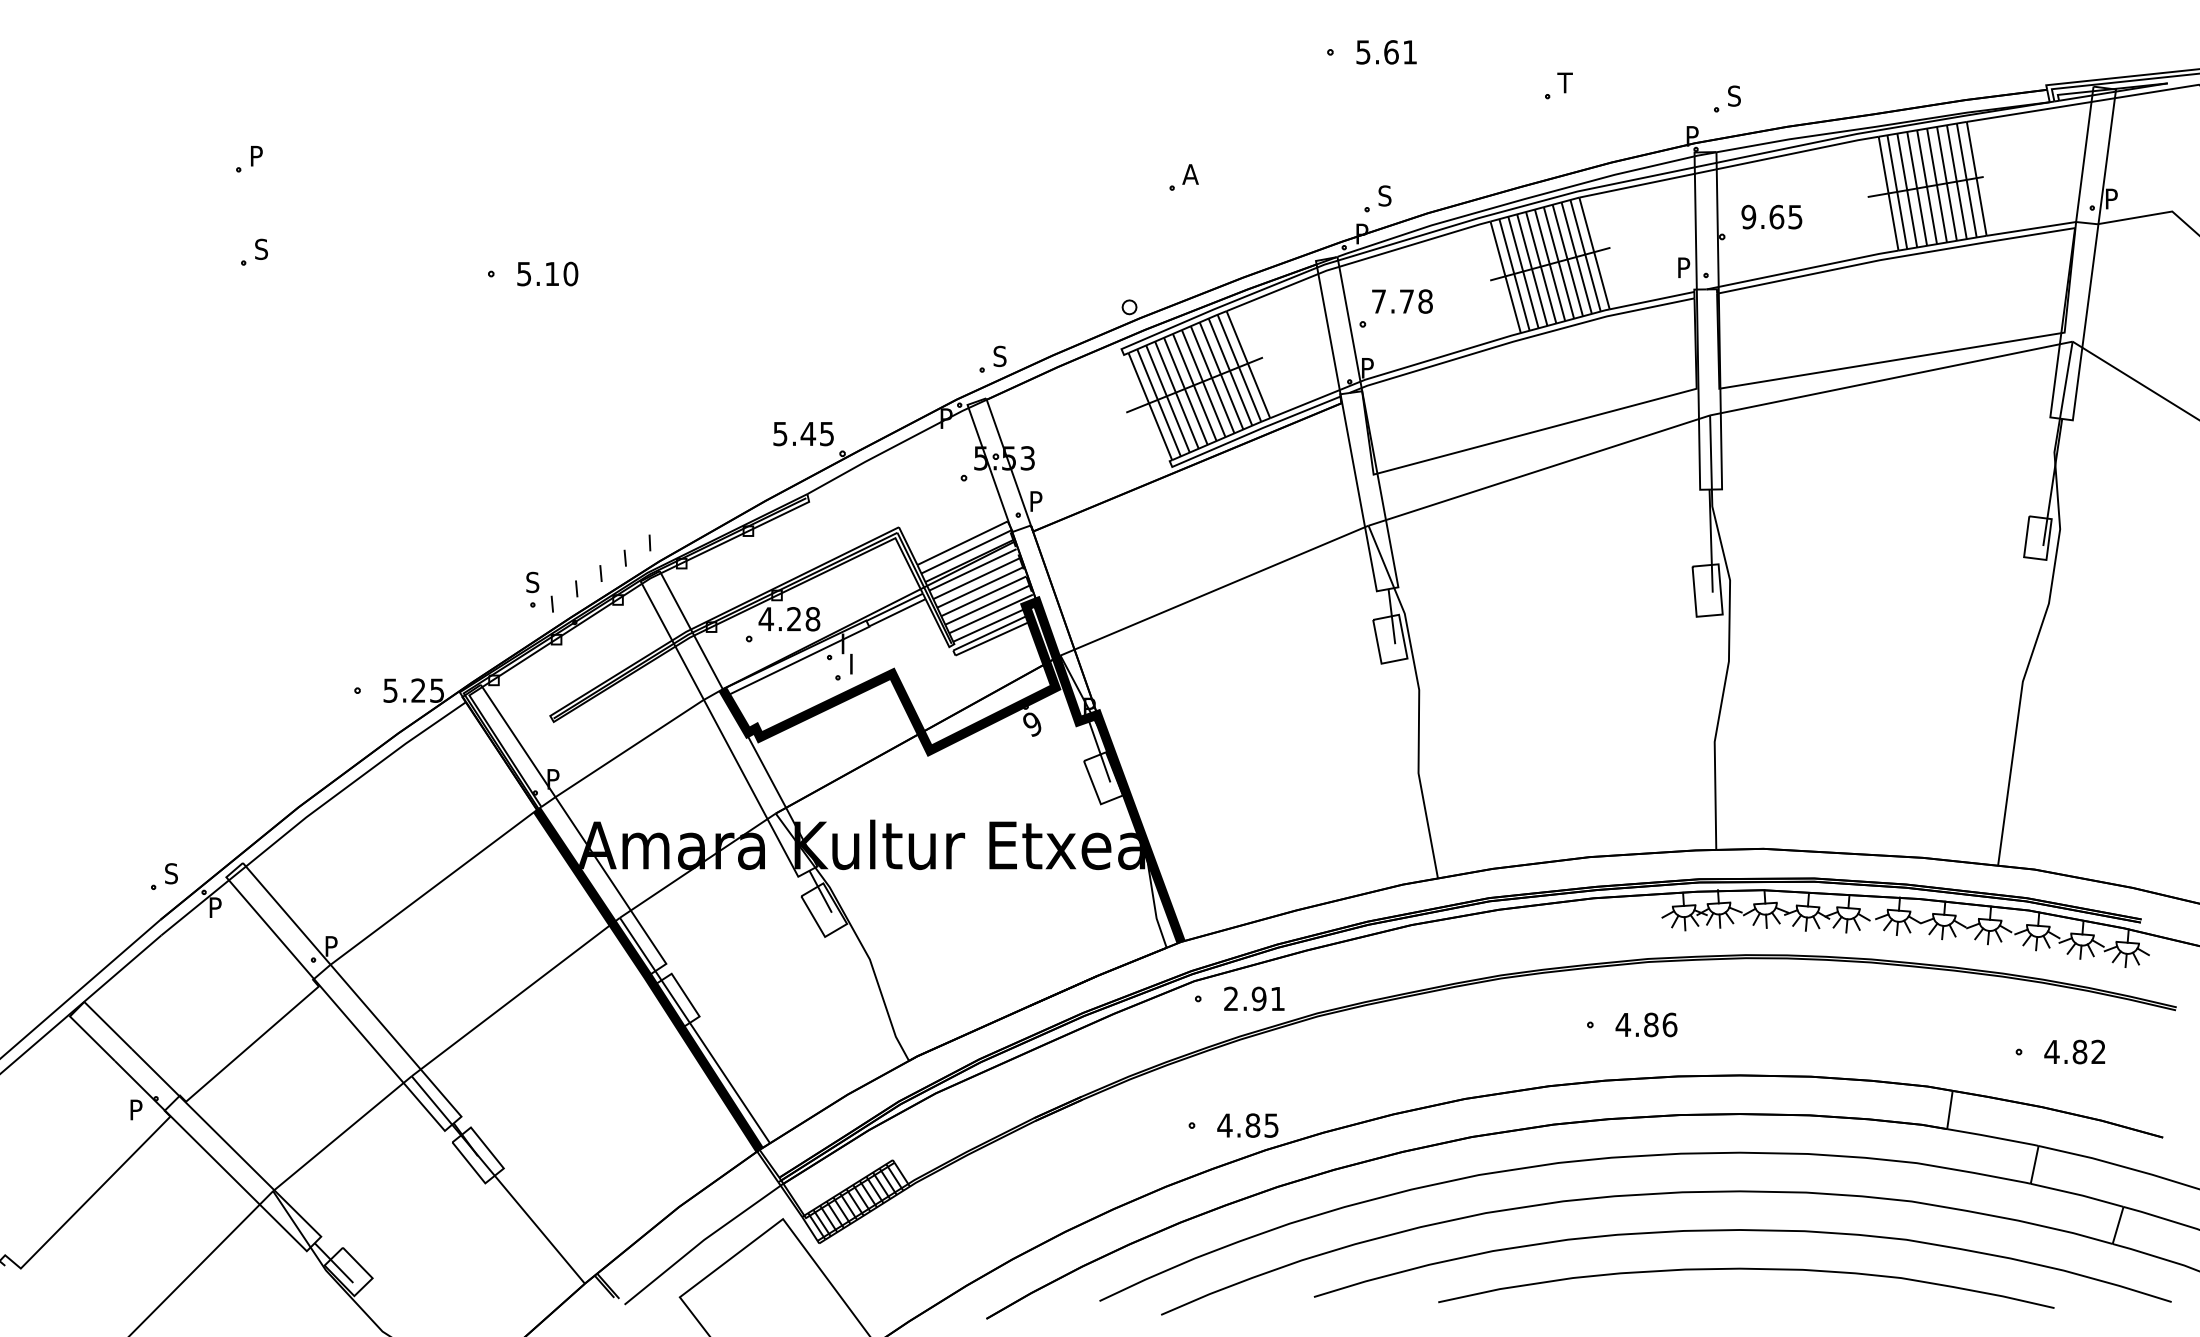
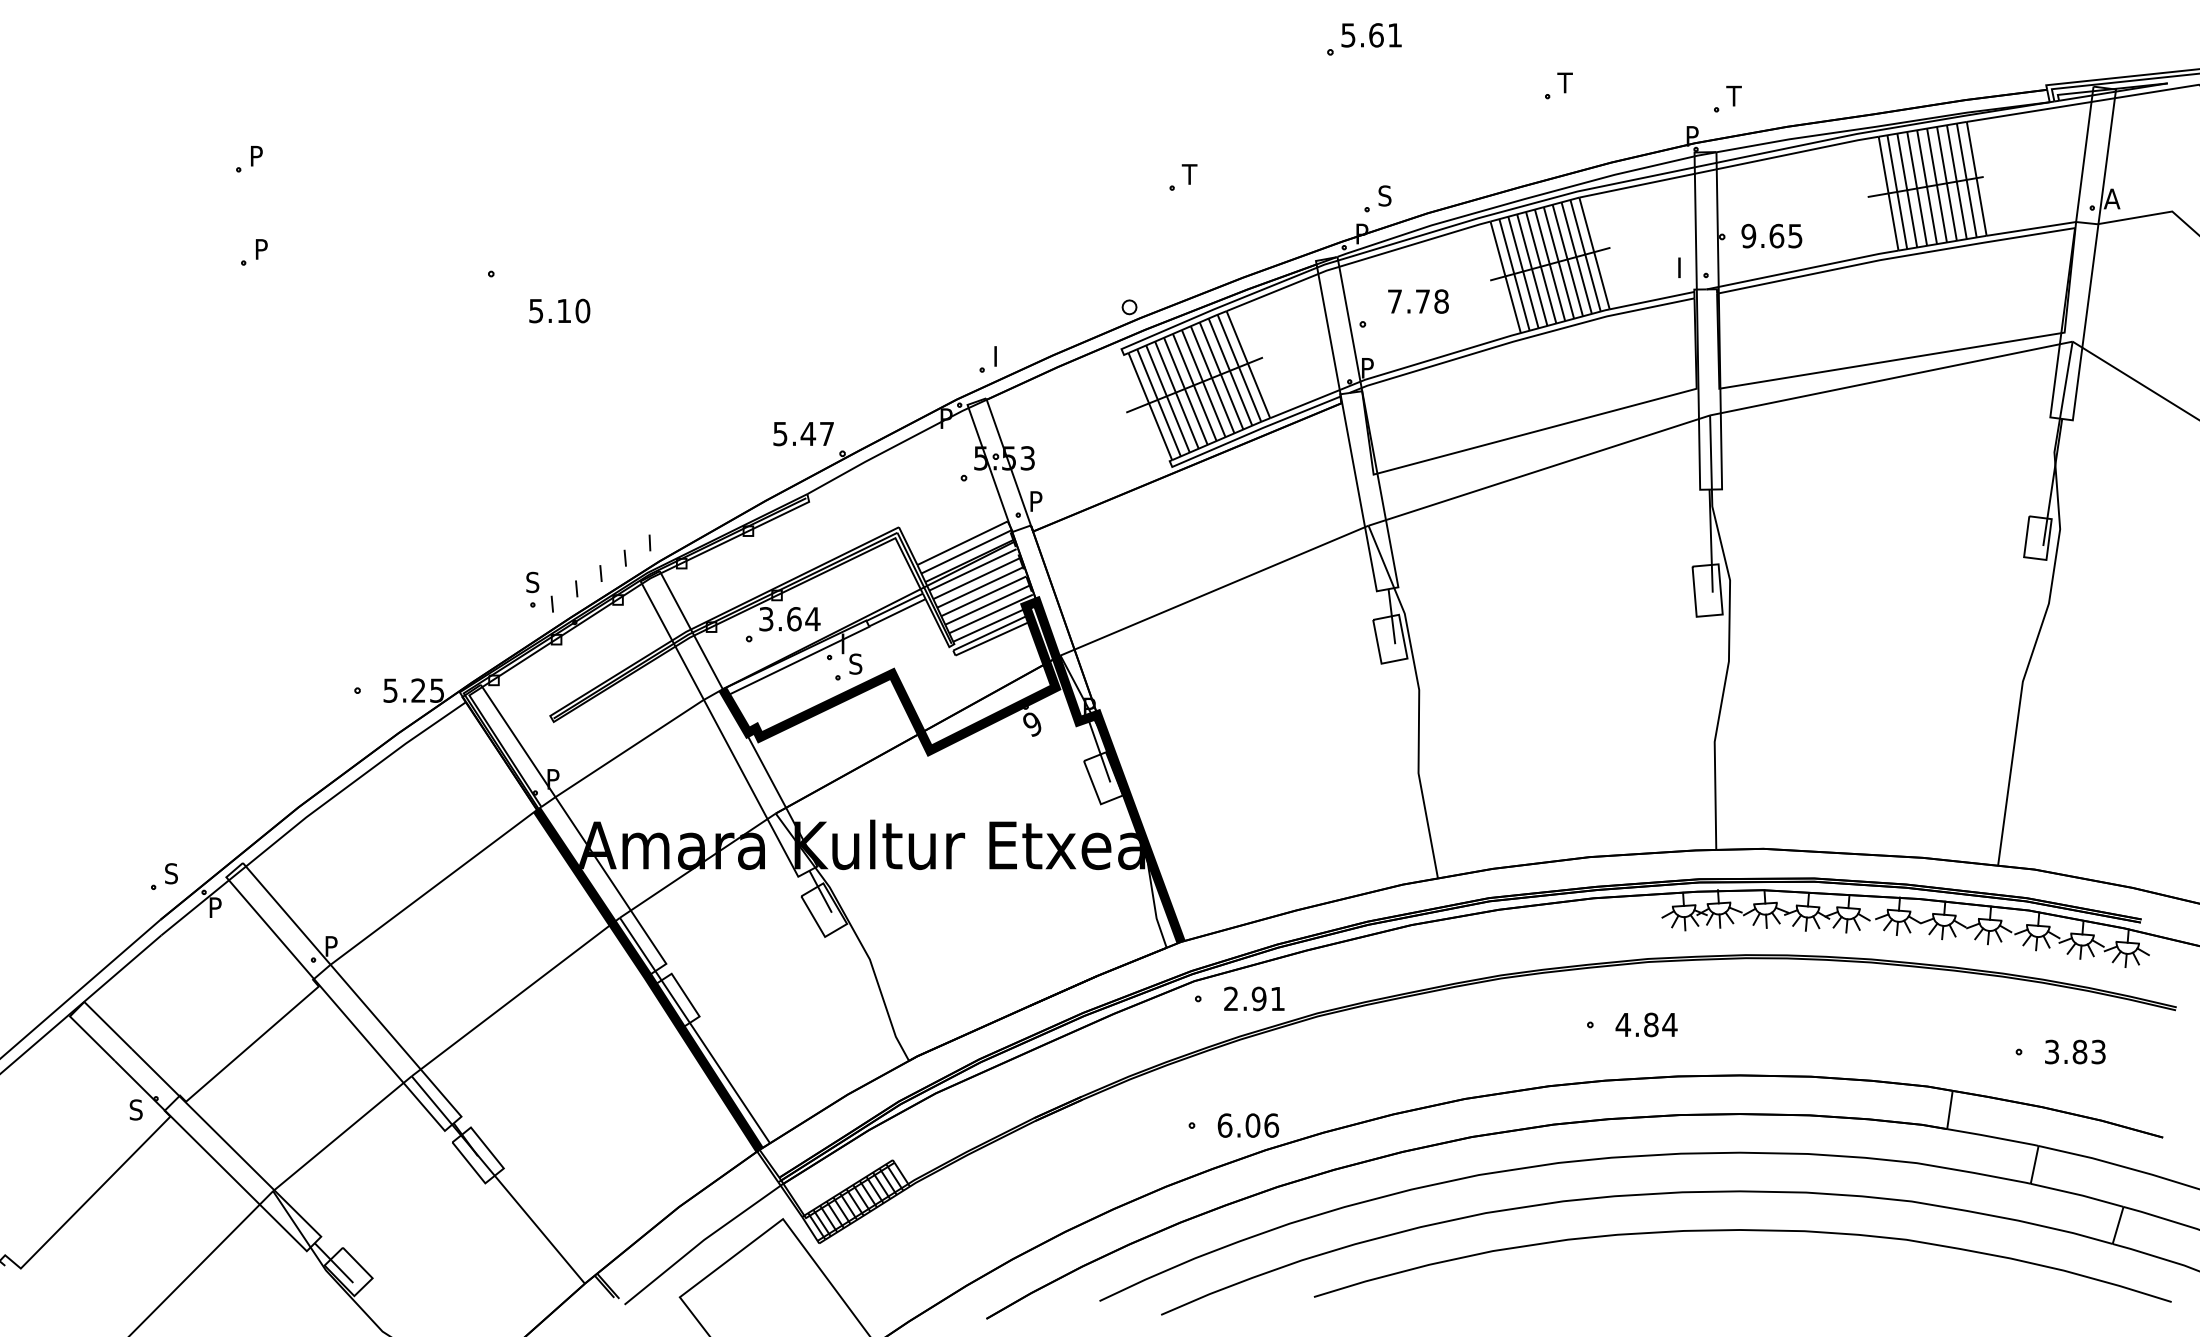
text at (1386, 52) position: (1386, 52) -> (1371, 35)
text at (1733, 95): S -> T
text at (1189, 174): A -> T
text at (2111, 198): P -> A
text at (1771, 216) position: (1771, 216) -> (1771, 235)
text at (261, 248): S -> P
text at (1685, 263): P -> I
text at (547, 273) position: (547, 273) -> (559, 310)
text at (1402, 301) position: (1402, 301) -> (1418, 301)
text at (999, 356): S -> I
text at (826, 434): 5.45 -> 5.47
text at (789, 619): 4.28 -> 3.64
text at (855, 663): I -> S
text at (1669, 1024): 4.86 -> 4.84
text at (2074, 1051): 4.82 -> 3.83
text at (135, 1109): P -> S
text at (1248, 1125): 4.85 -> 6.06
curve at (1746, 1269): present -> none
